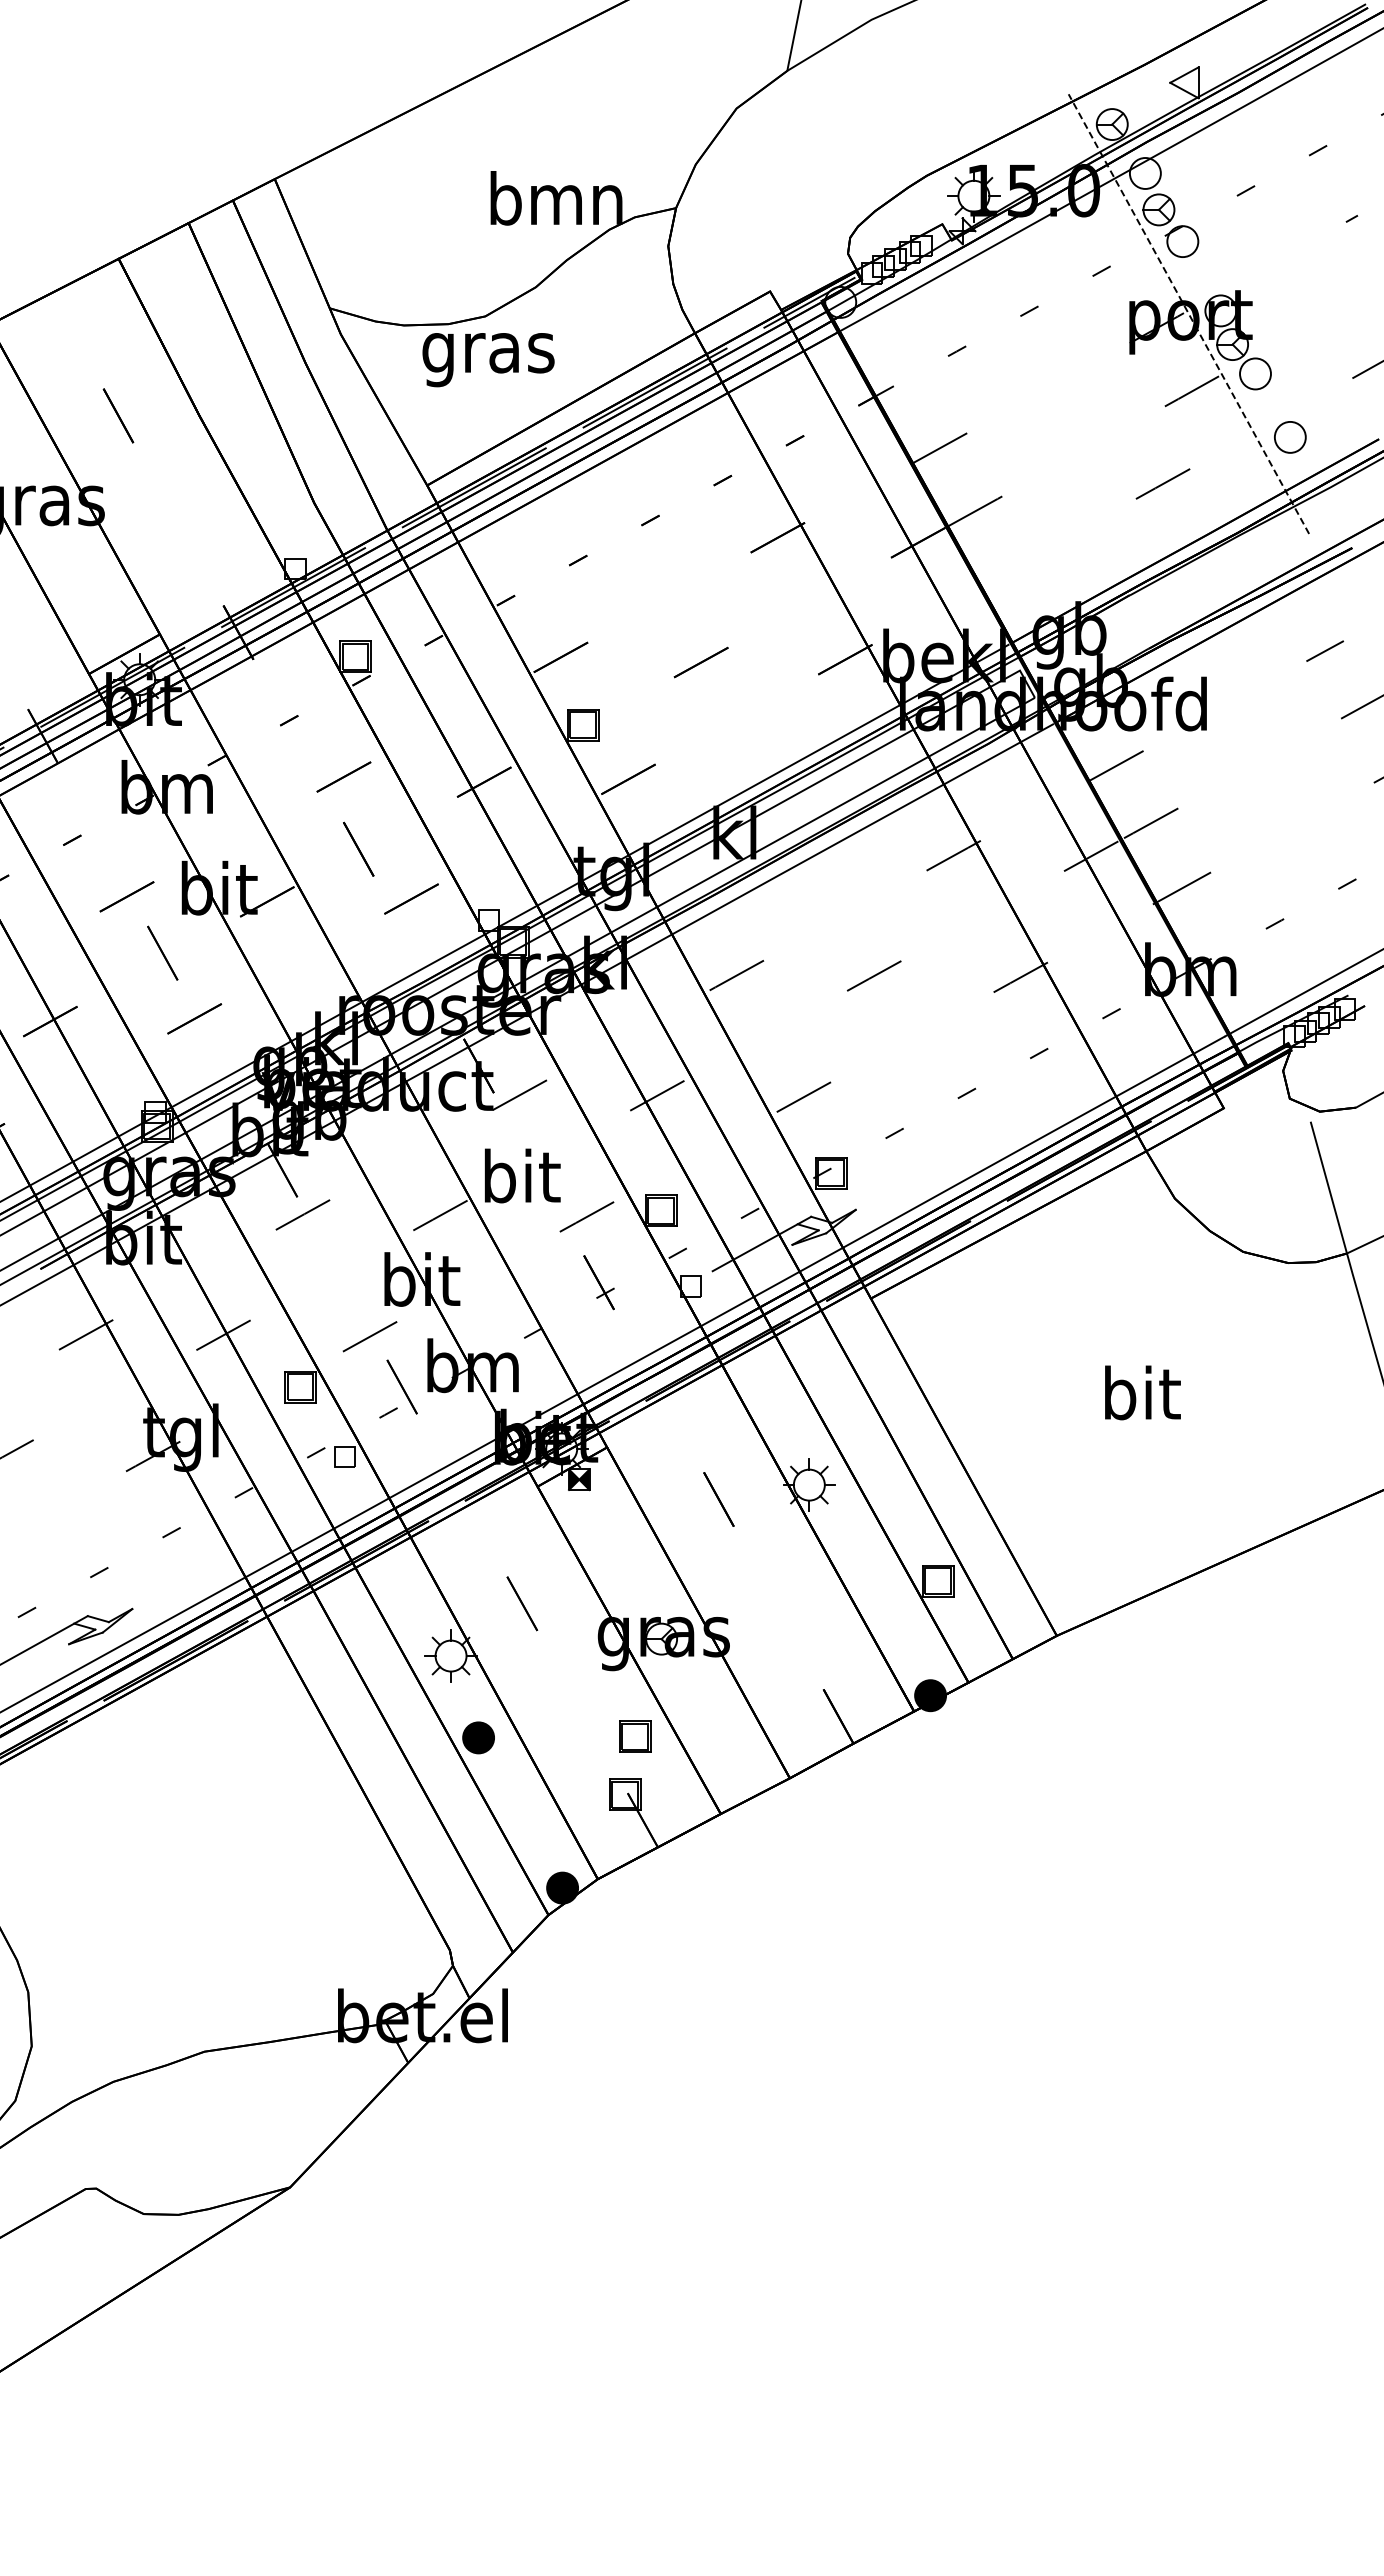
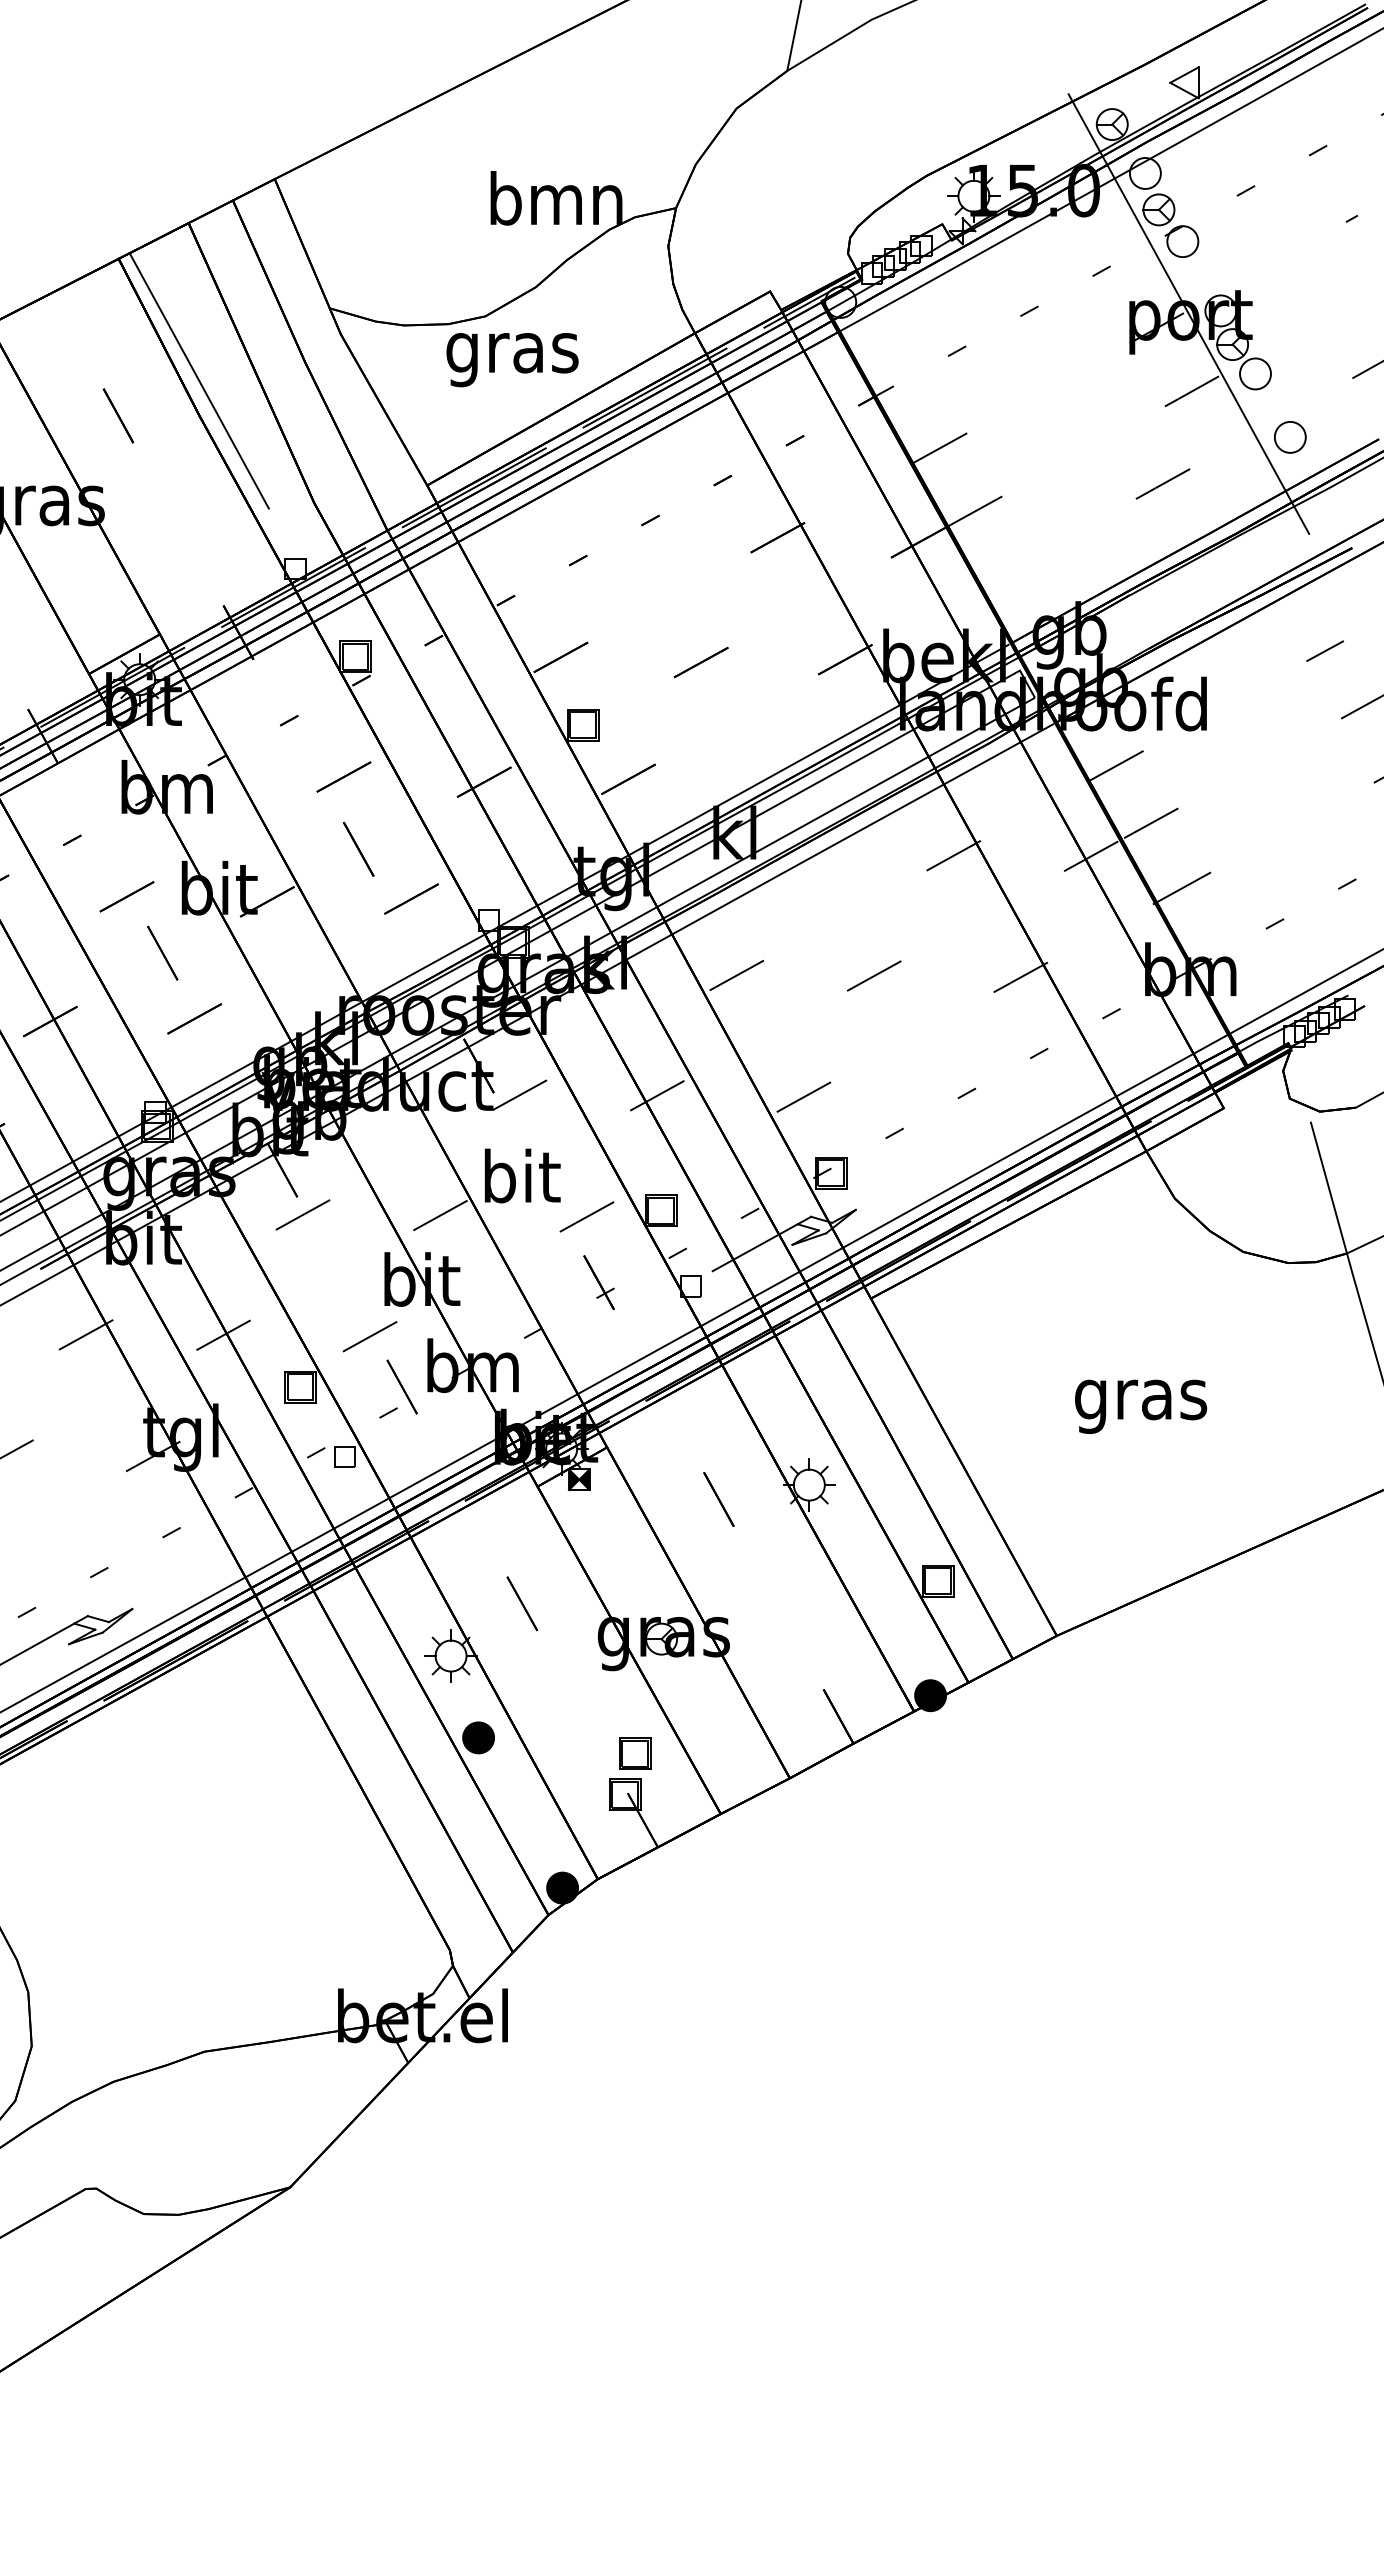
line at (1188, 314): dashed -> solid
text at (488, 360) position: (488, 360) -> (512, 360)
line at (198, 380): none -> present
text at (1141, 1399): bit -> gras
part at (635, 1736) position: (635, 1736) -> (635, 1753)
